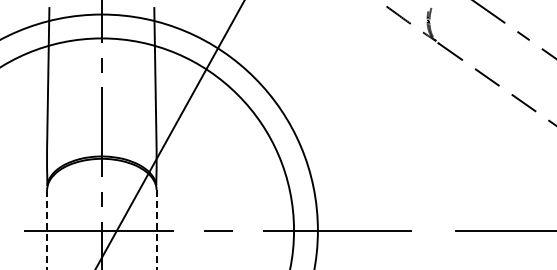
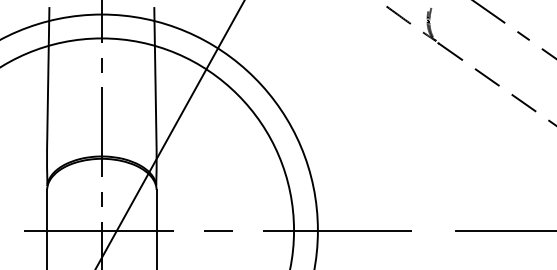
line at (47, 229): dashed -> solid
line at (156, 229): dashed -> solid
